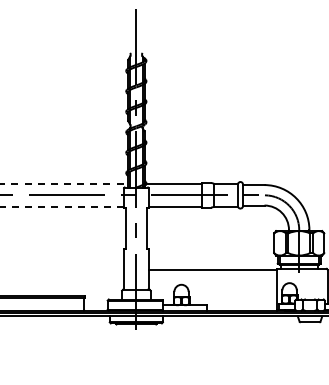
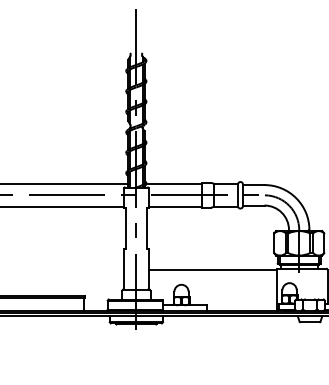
line at (64, 184): dashed -> solid
line at (62, 206): dashed -> solid
